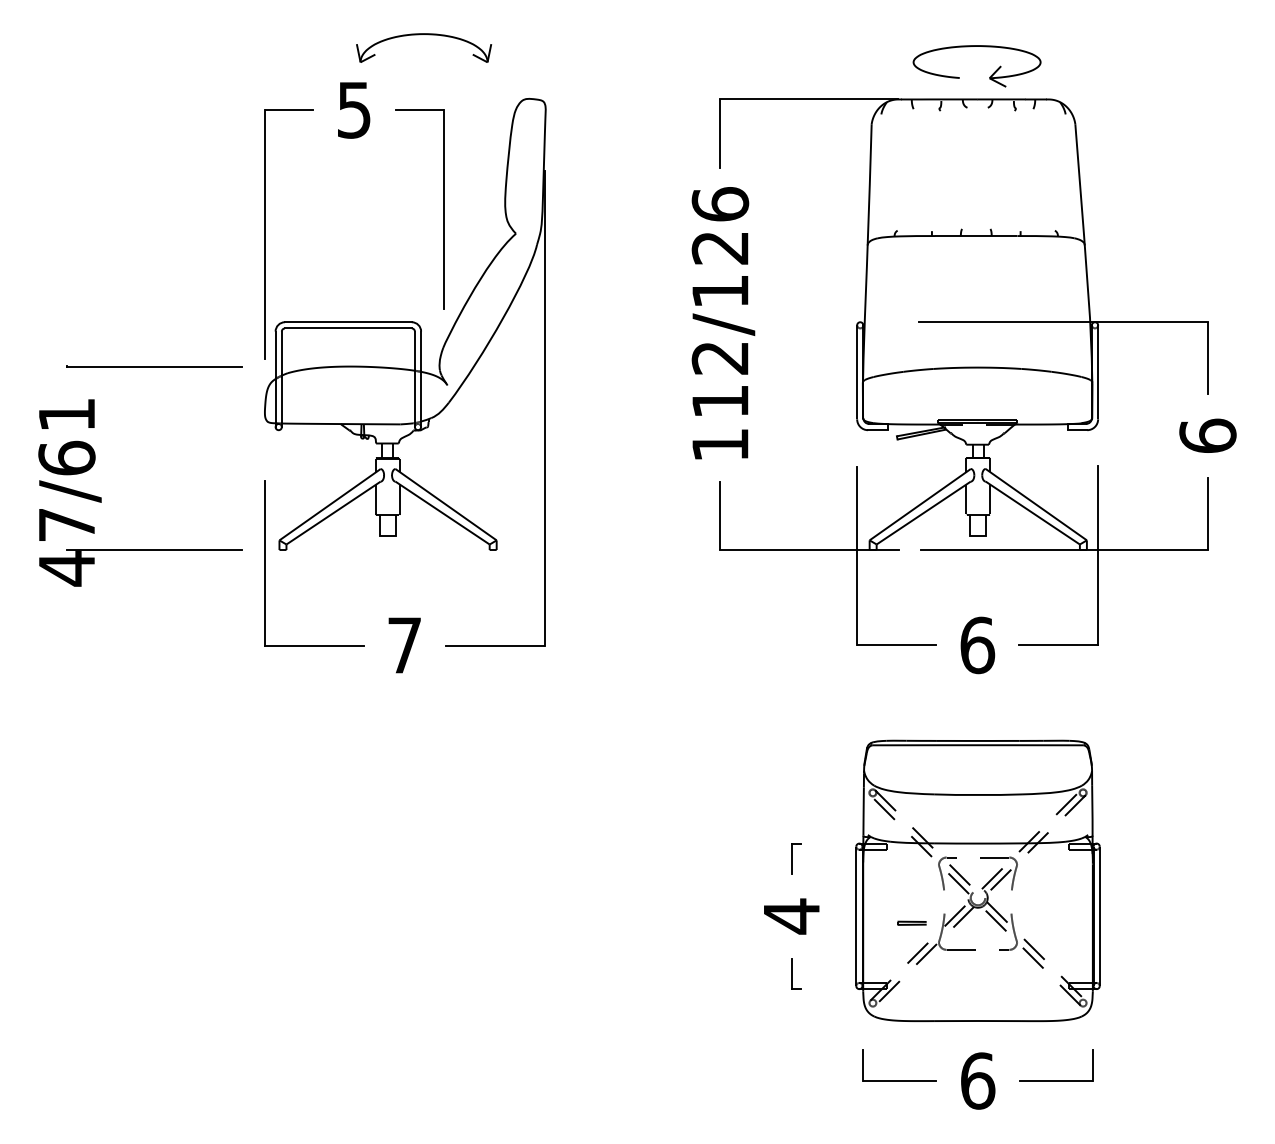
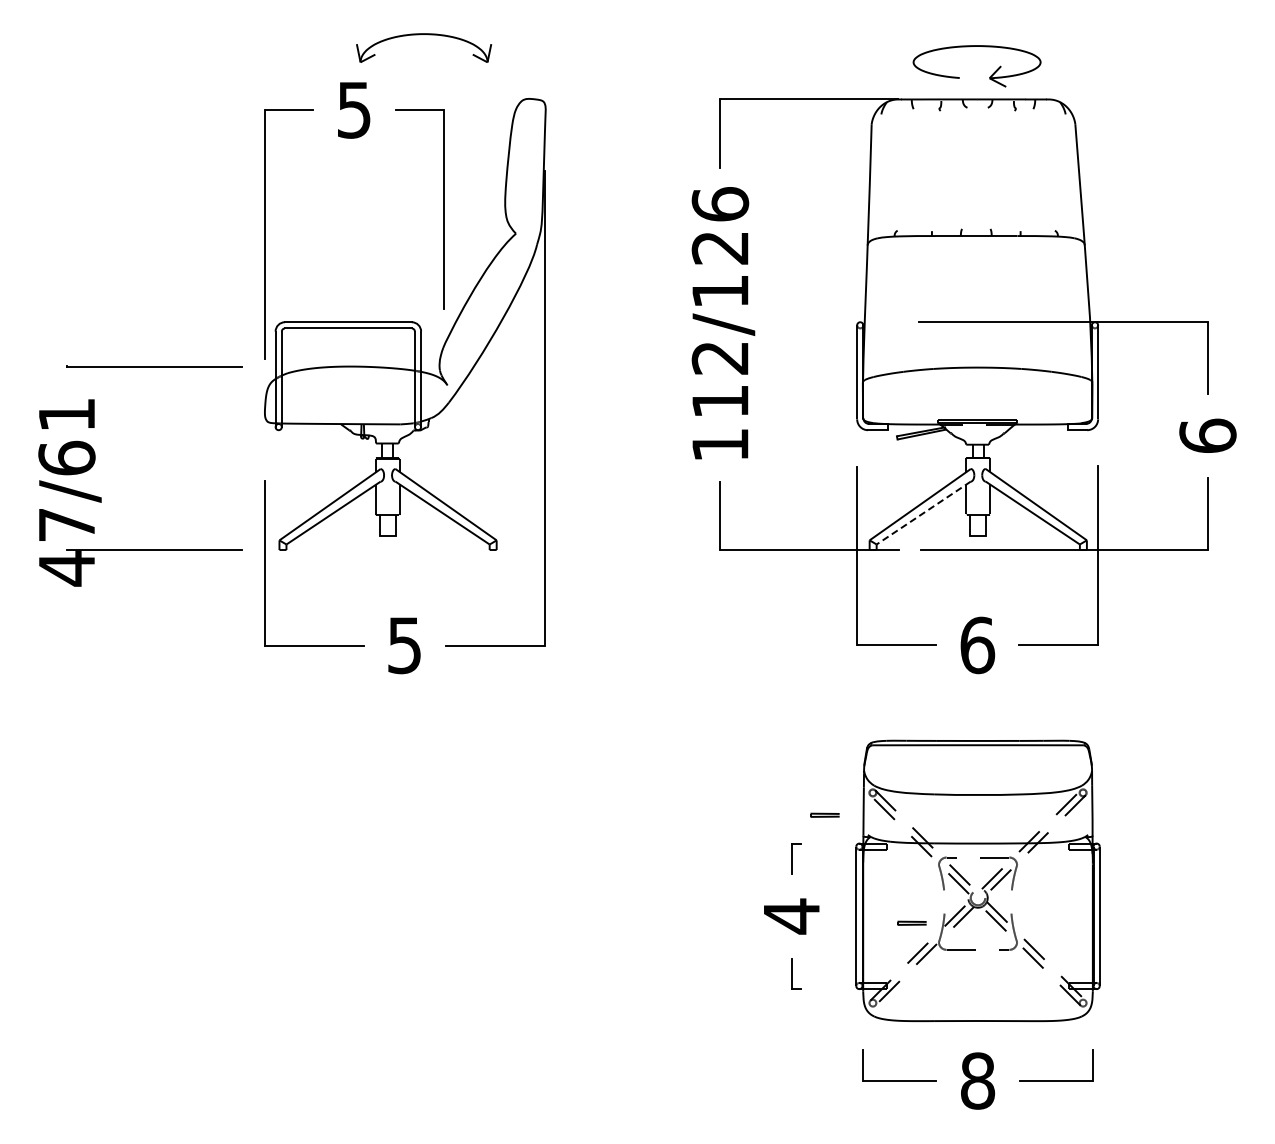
line at (923, 513): solid -> dashed
text at (404, 645): 7 -> 5
part at (824, 814): none -> present
text at (978, 1080): 6 -> 8
